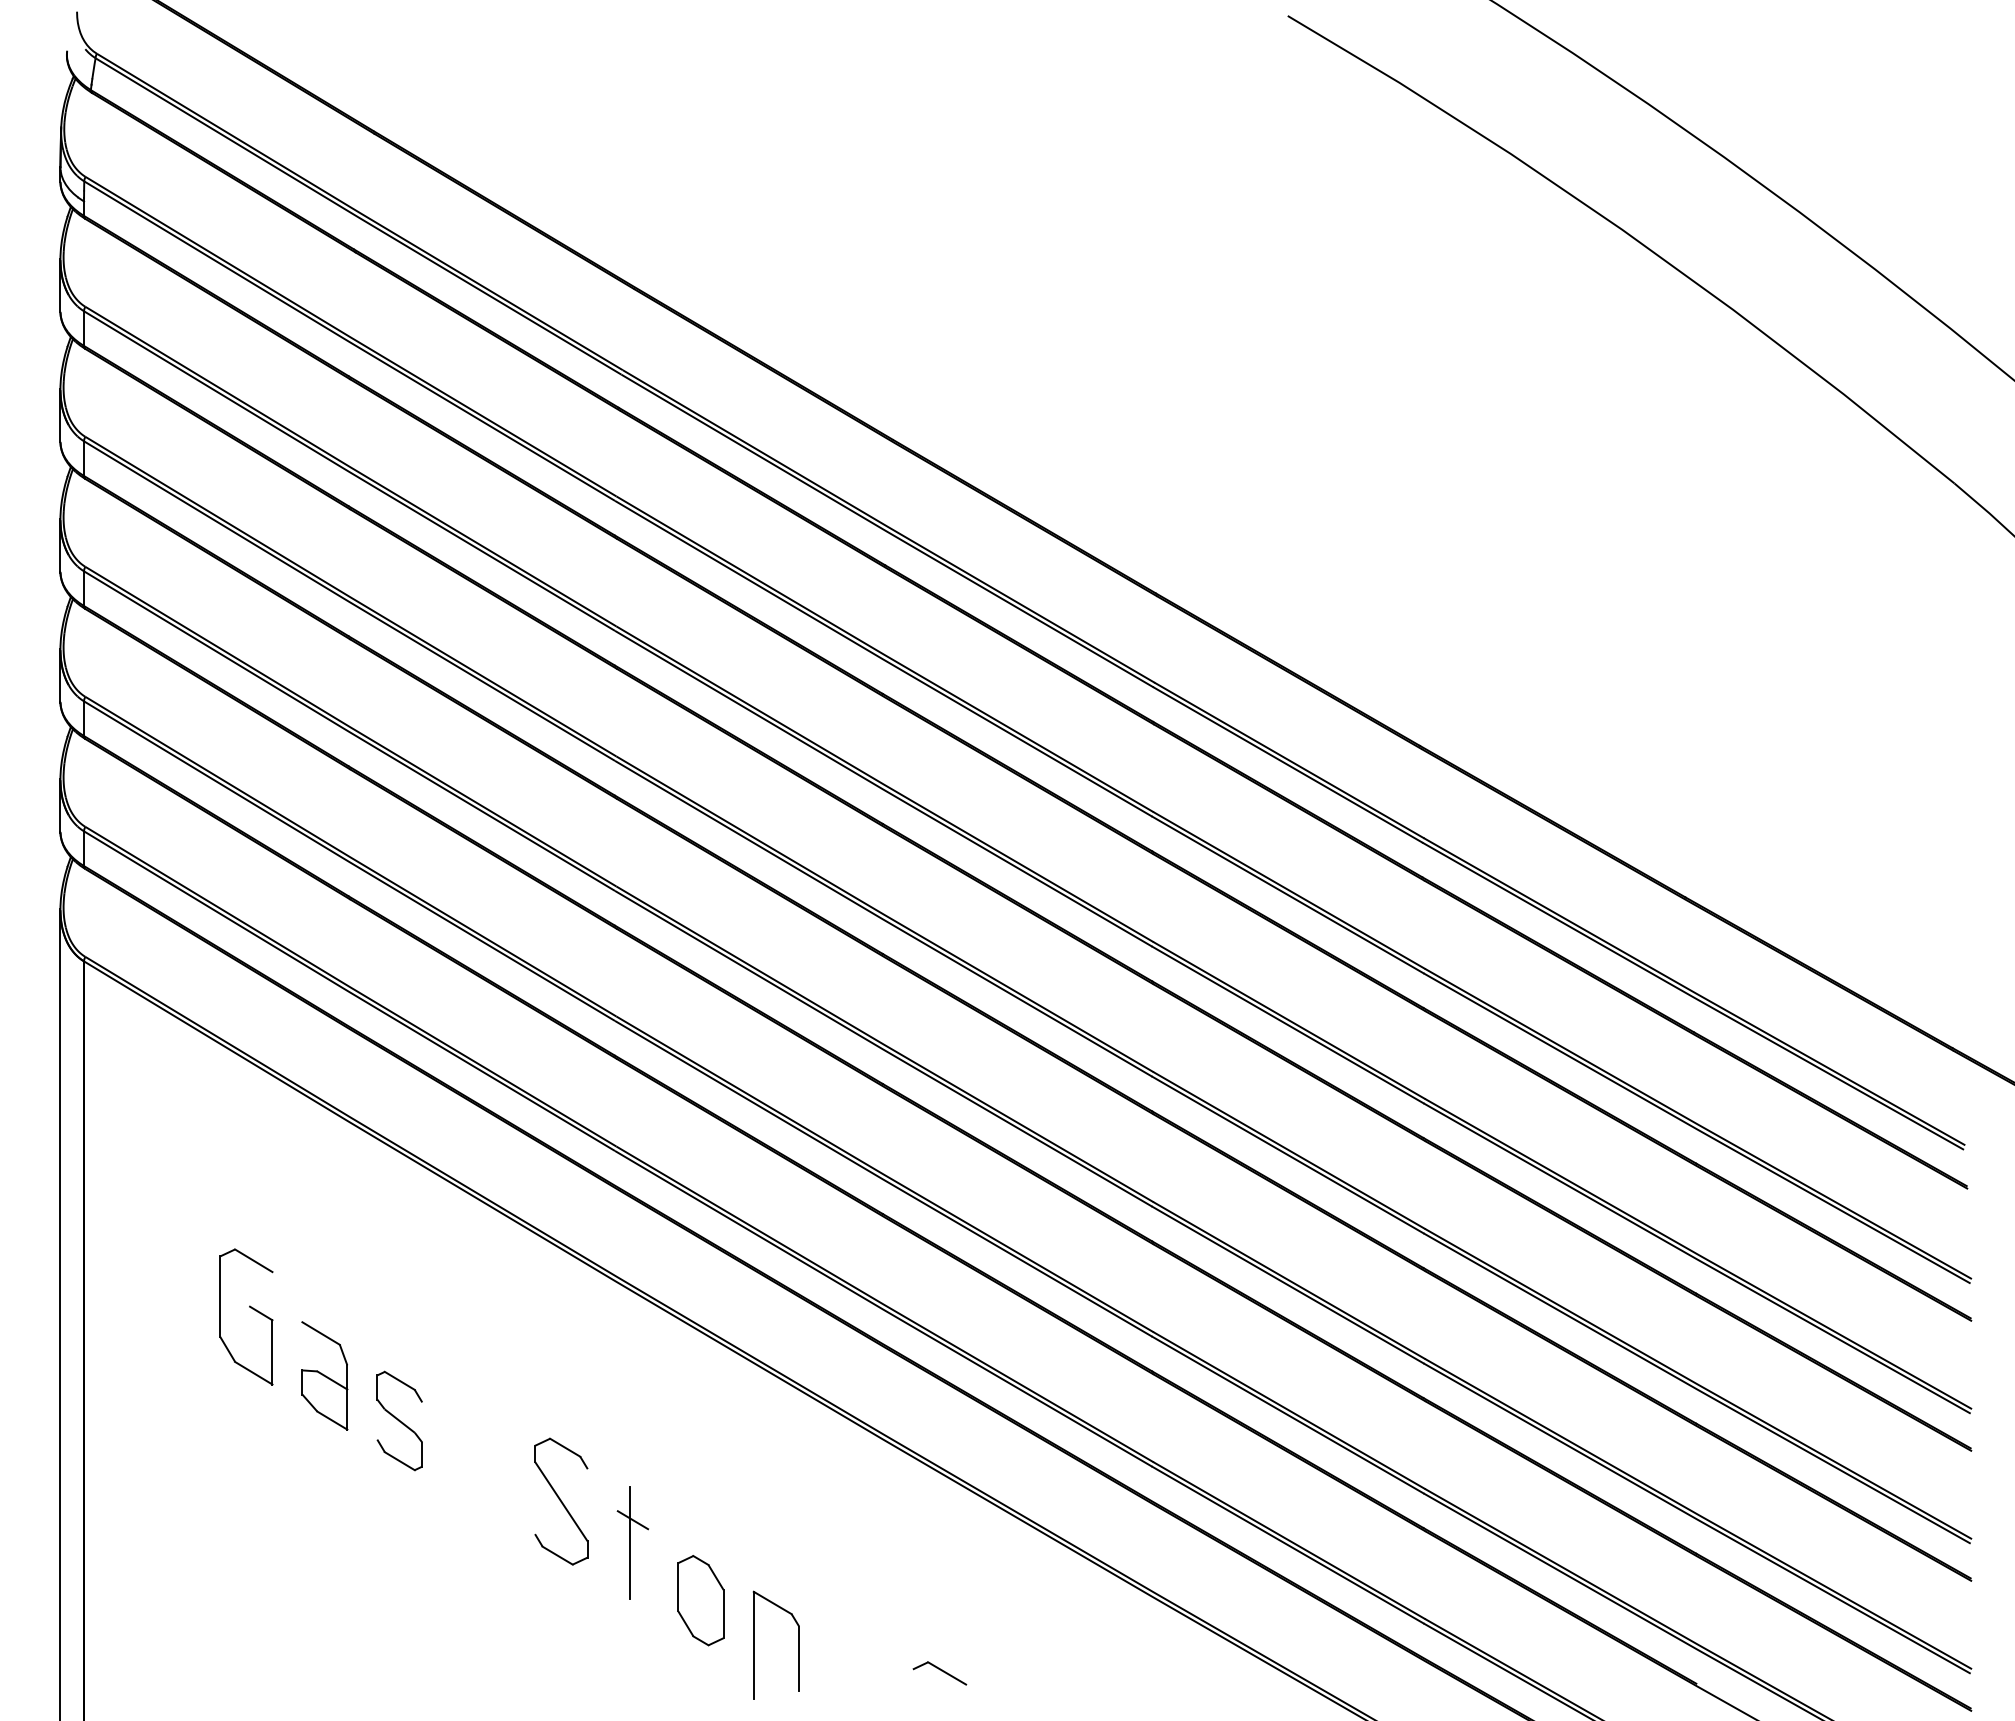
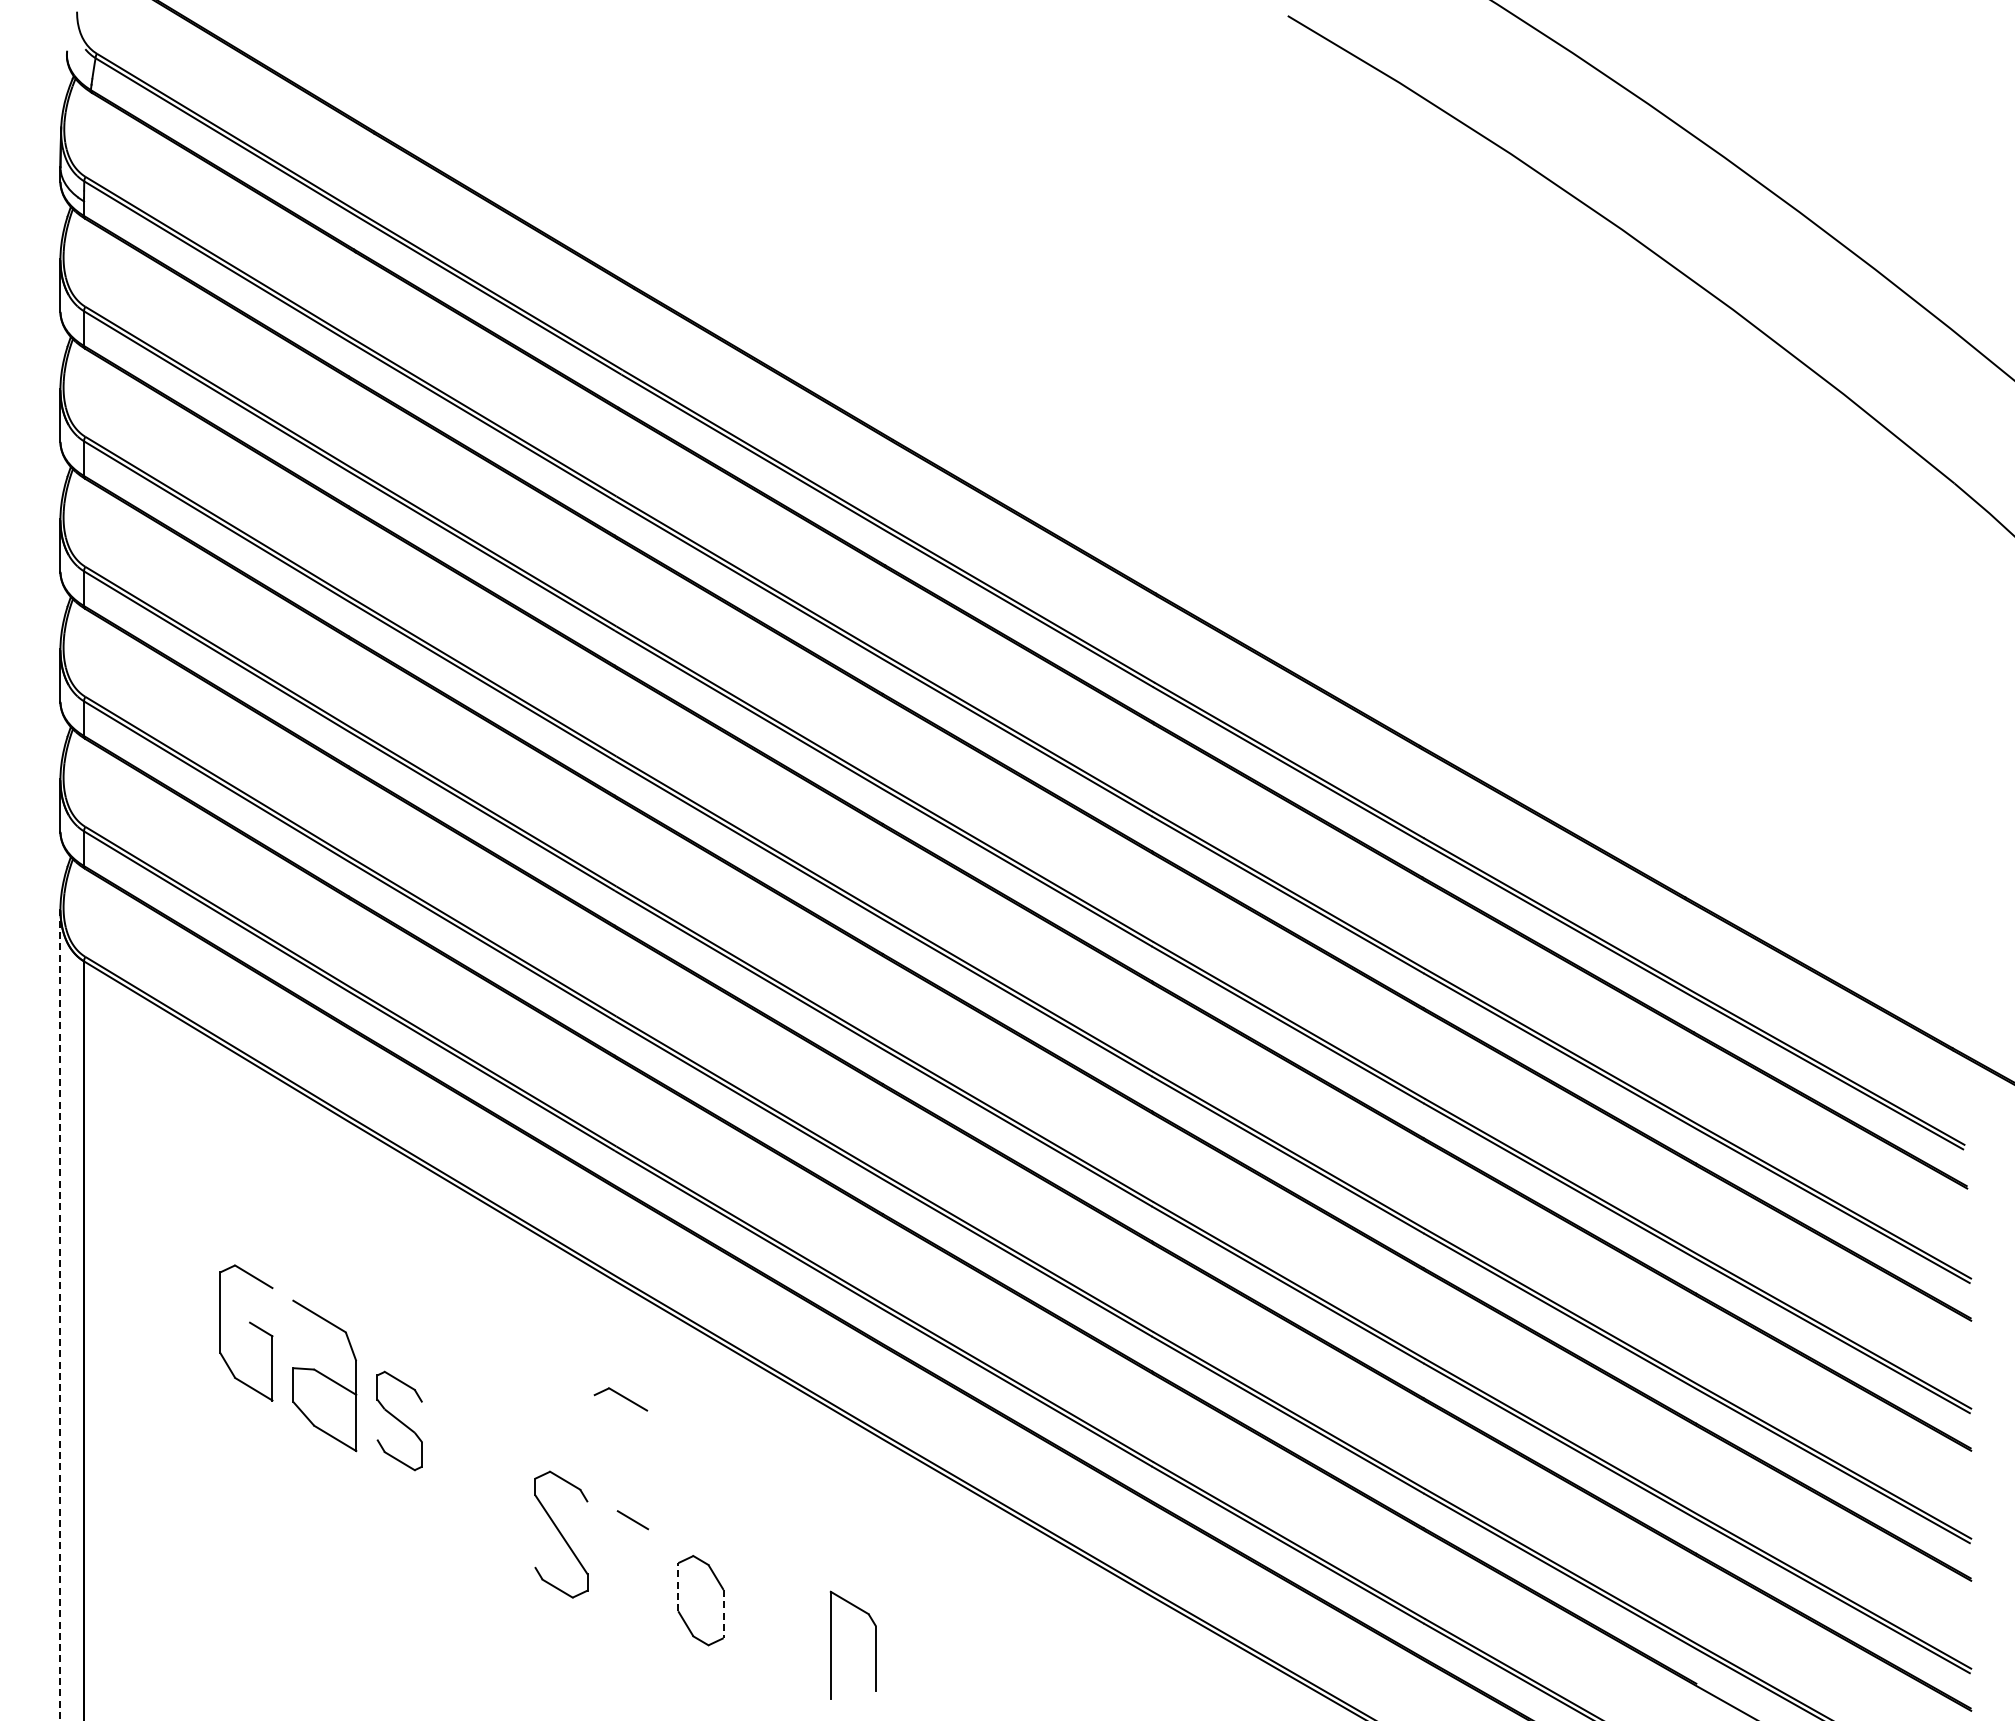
part at (250, 1308) position: (250, 1308) -> (250, 1324)
line at (60, 1315): solid -> dashed
part at (324, 1375) size: 48x110 px -> 66x154 px
part at (561, 1501) position: (561, 1501) -> (561, 1534)
line at (630, 1542): present -> none
line at (678, 1586): solid -> dashed
line at (723, 1614): solid -> dashed
part at (754, 1644) position: (754, 1644) -> (831, 1644)
part at (939, 1673) position: (939, 1673) -> (620, 1399)
